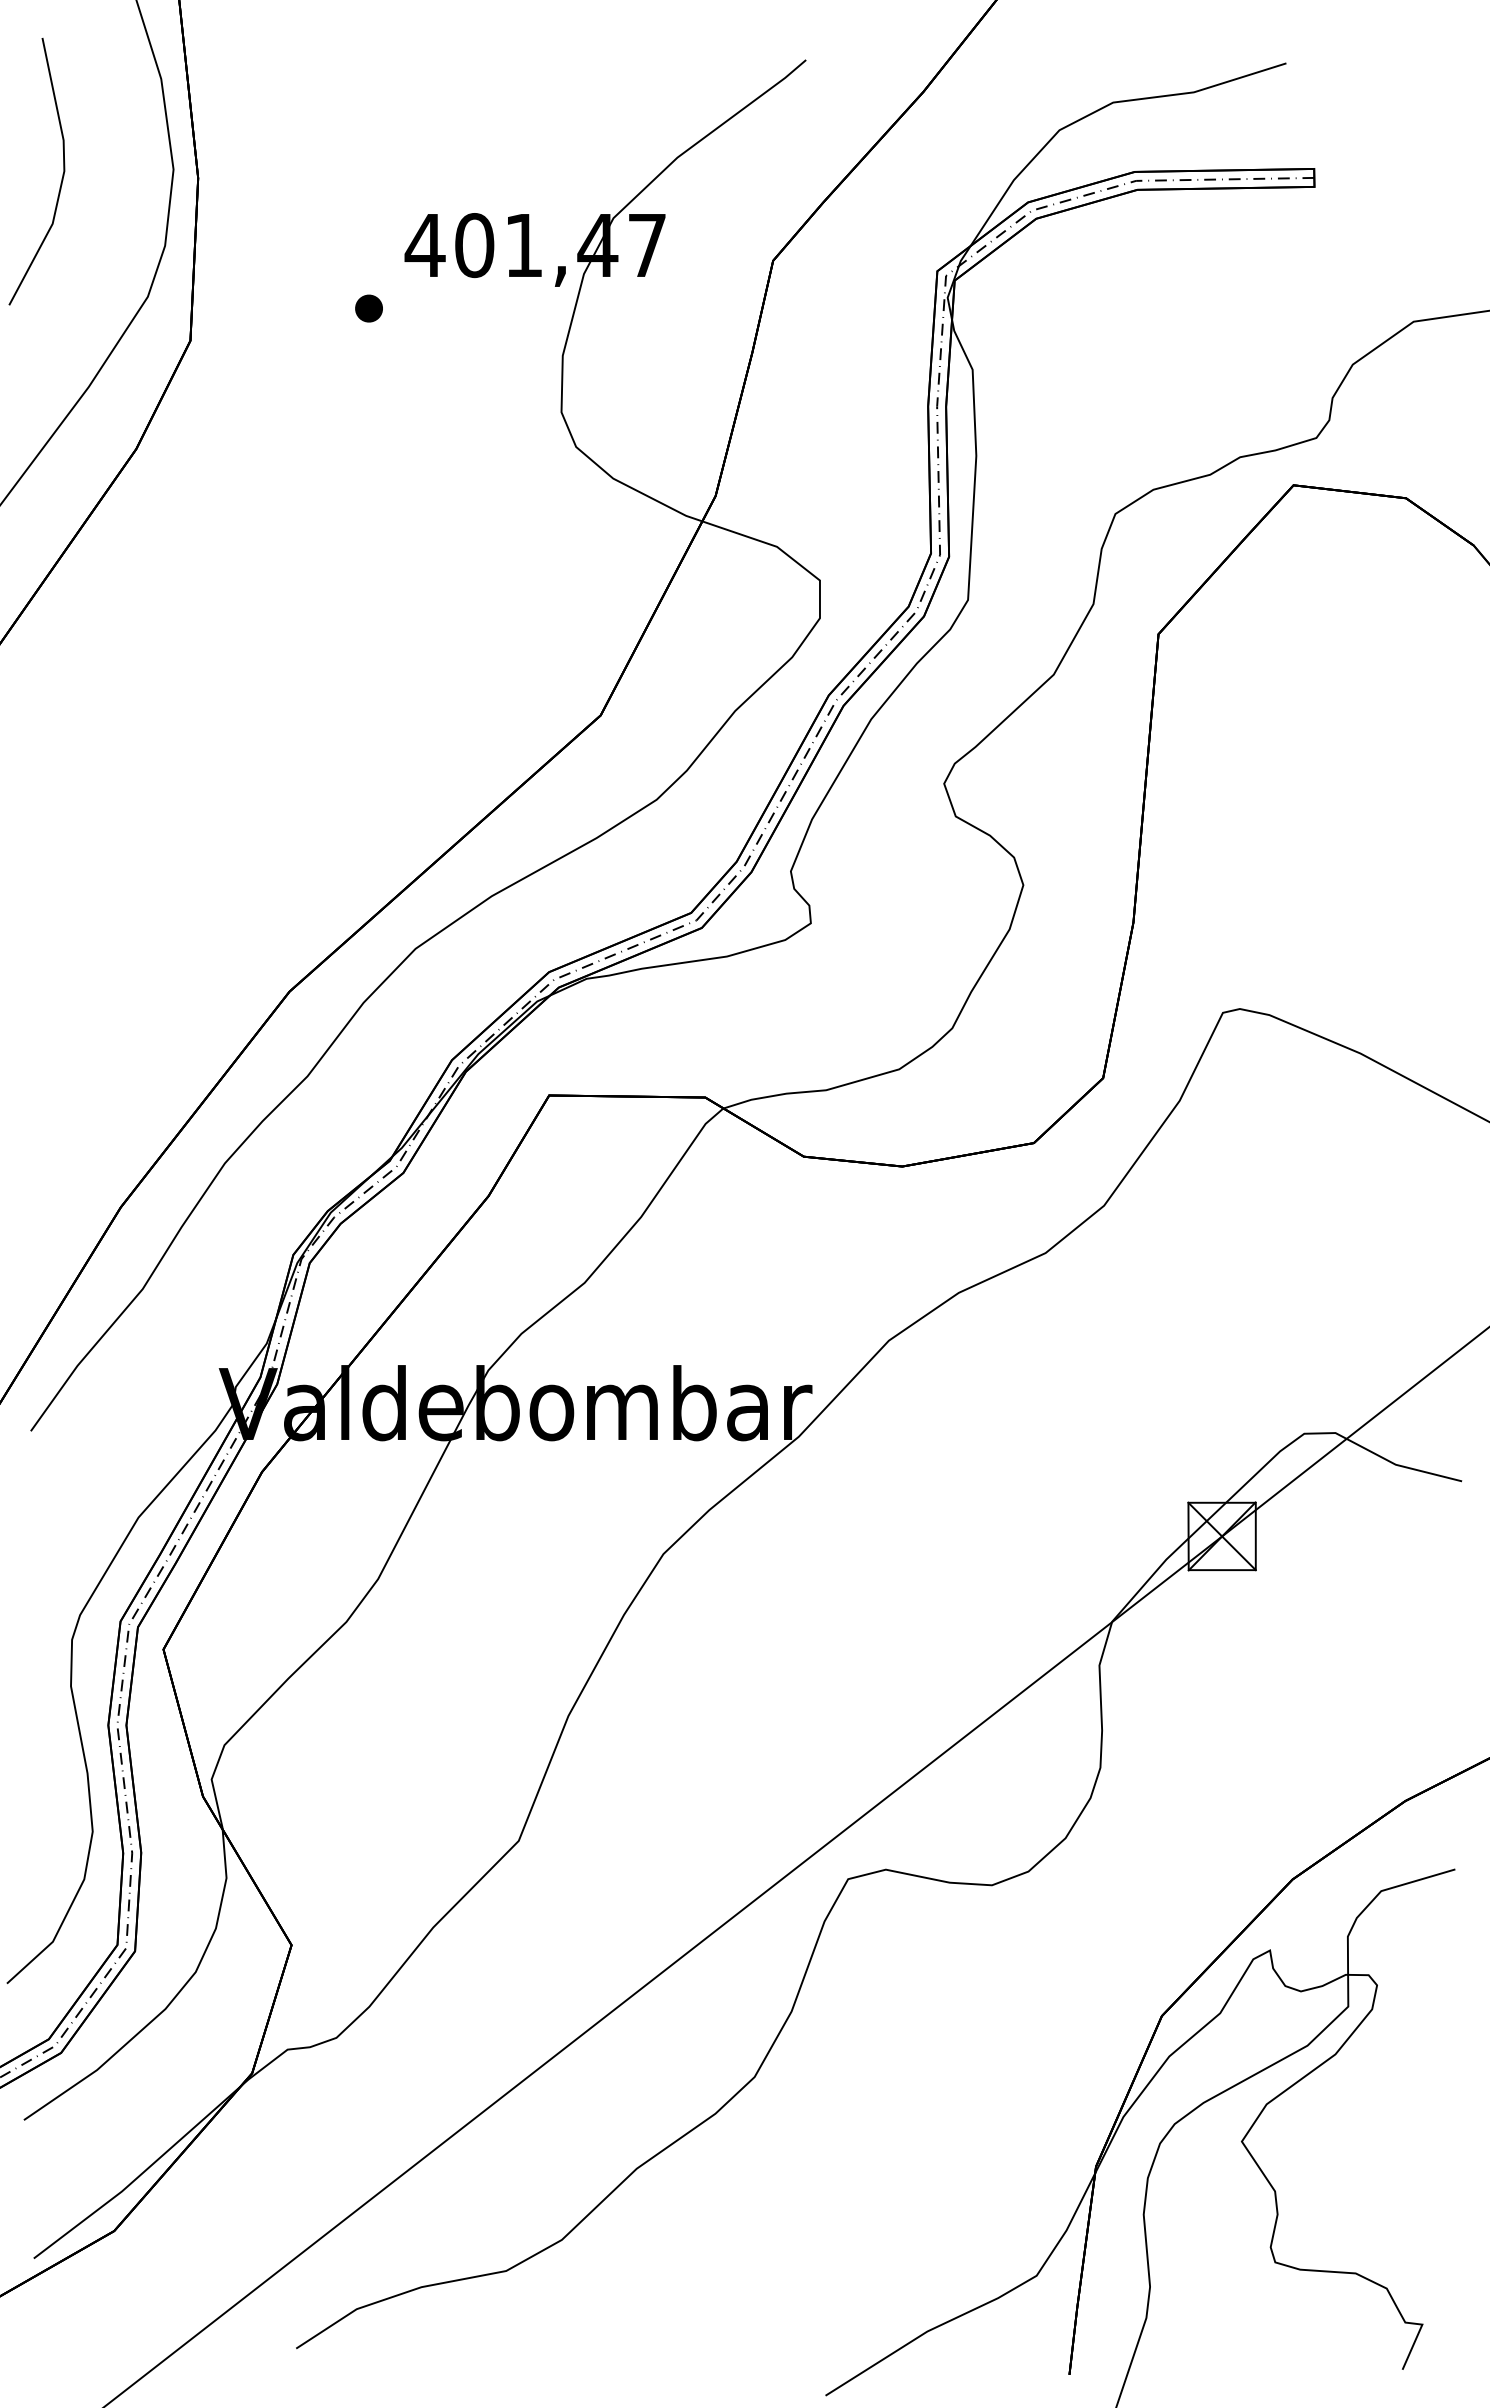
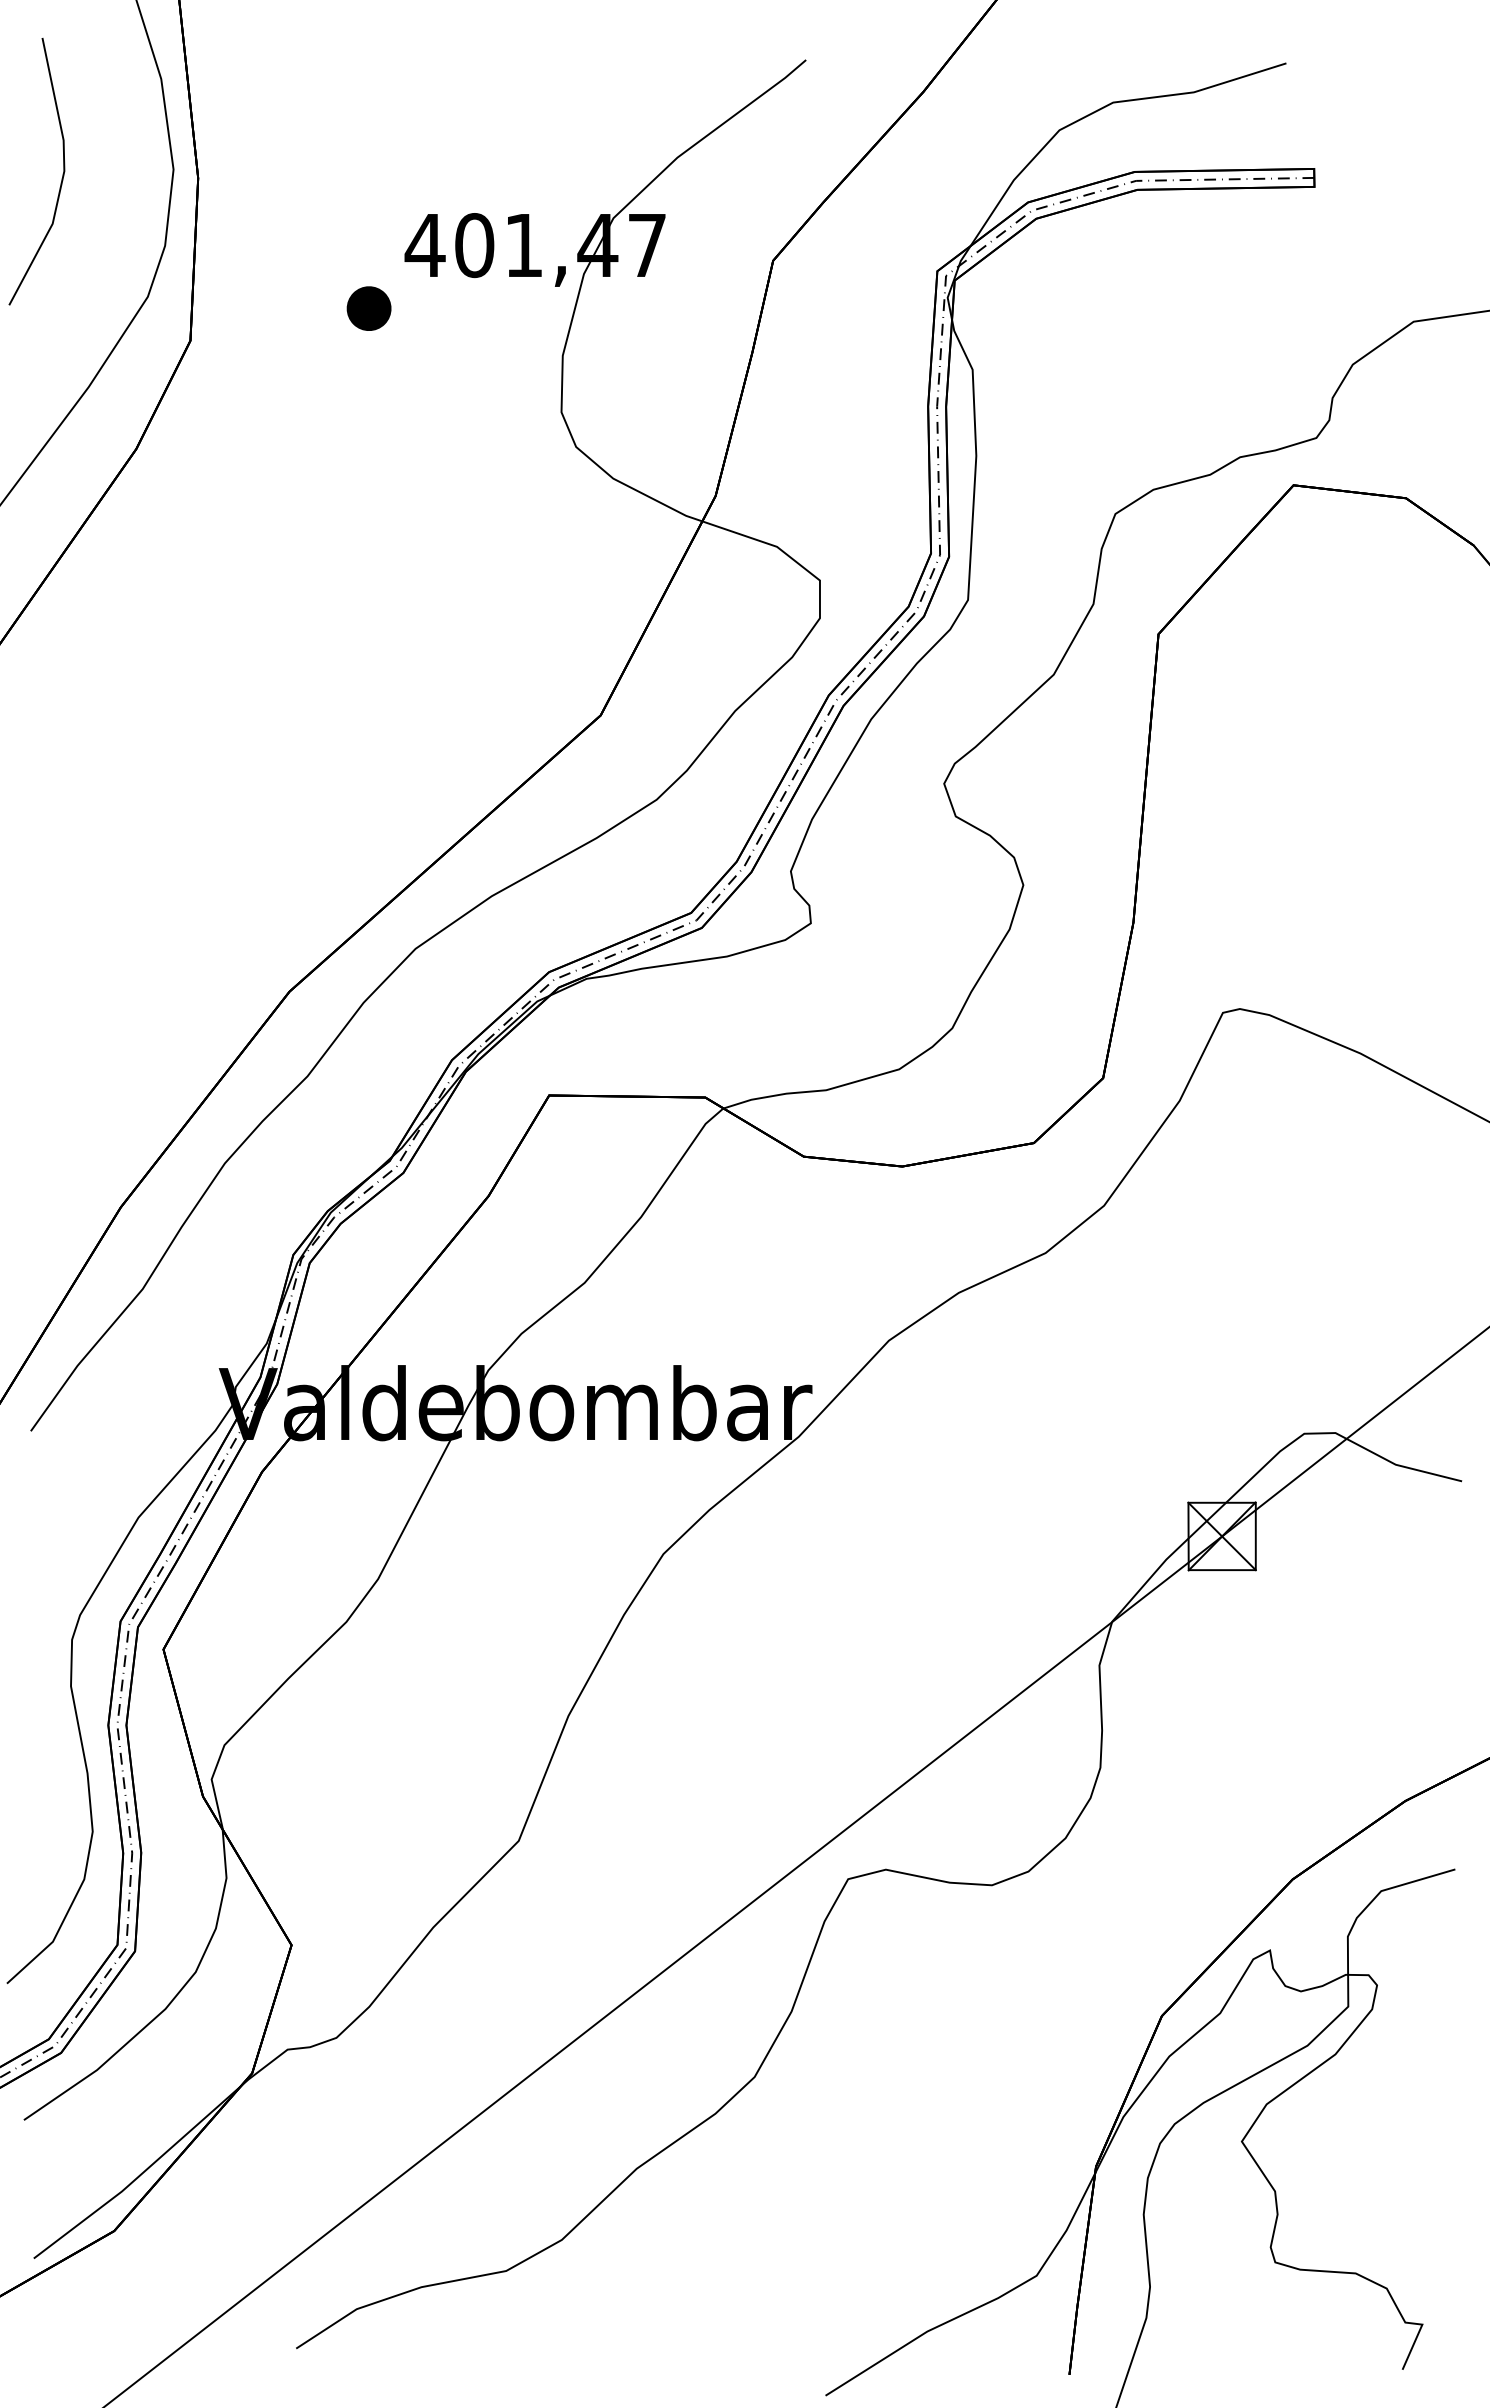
part at (368, 308) size: 28x29 px -> 46x45 px
